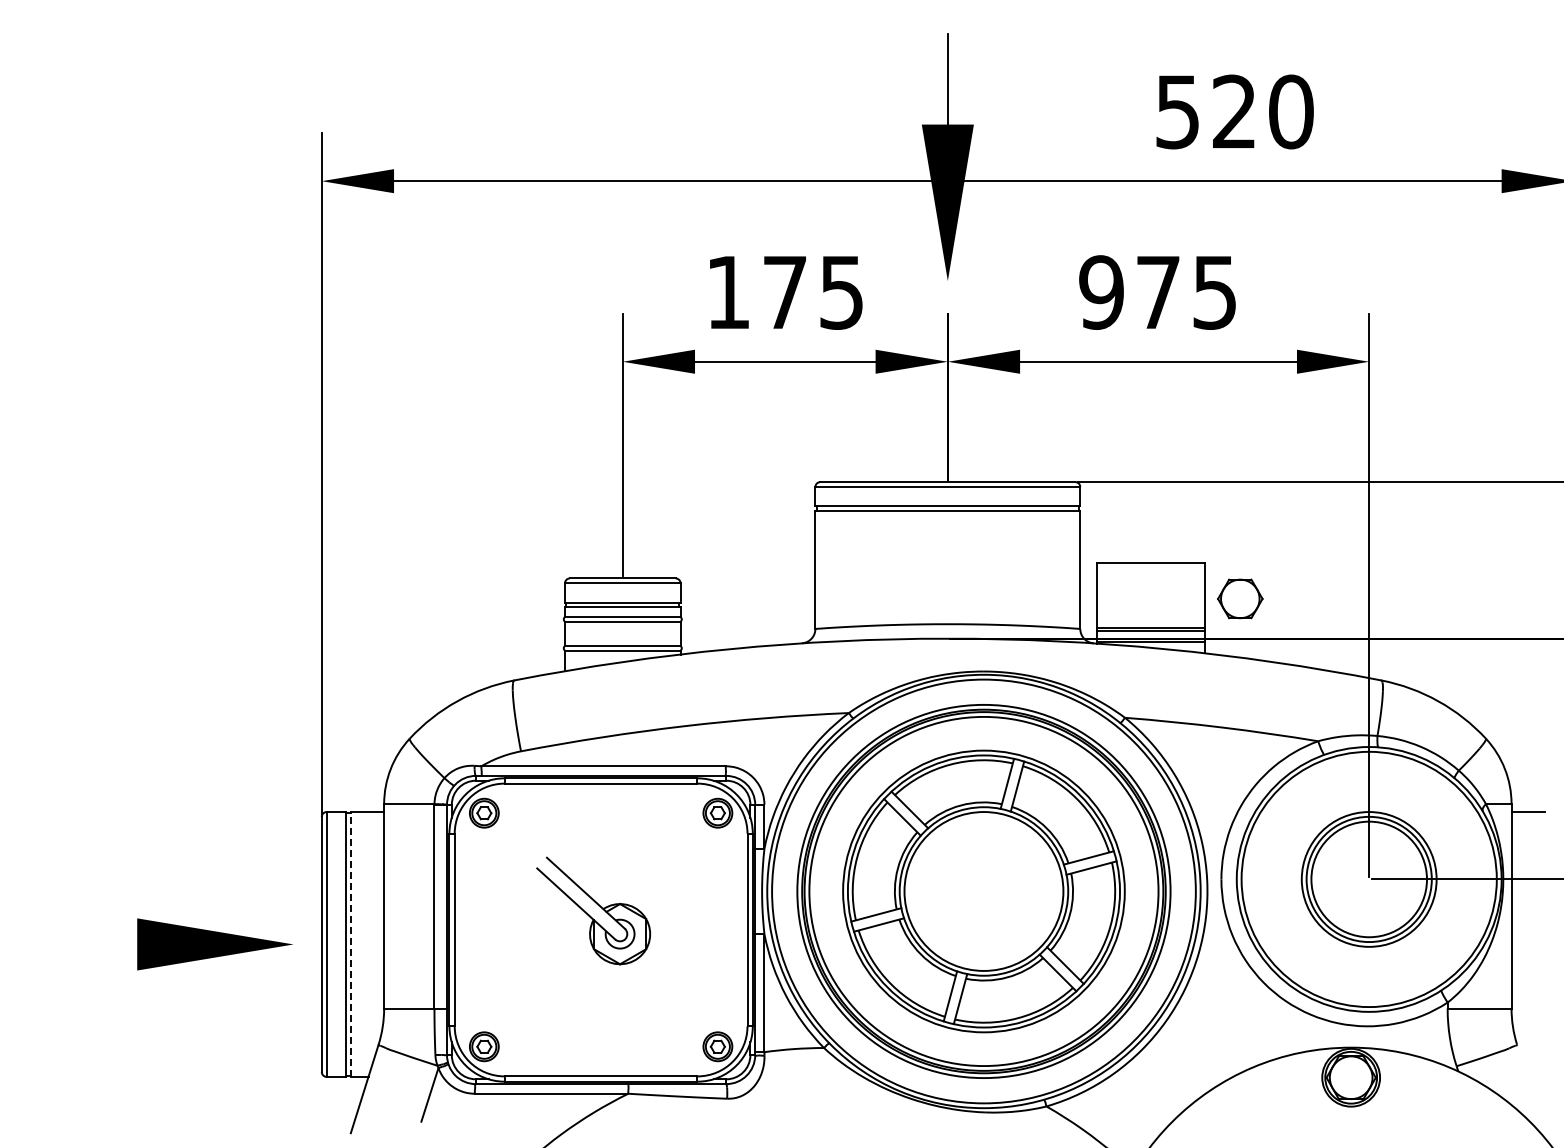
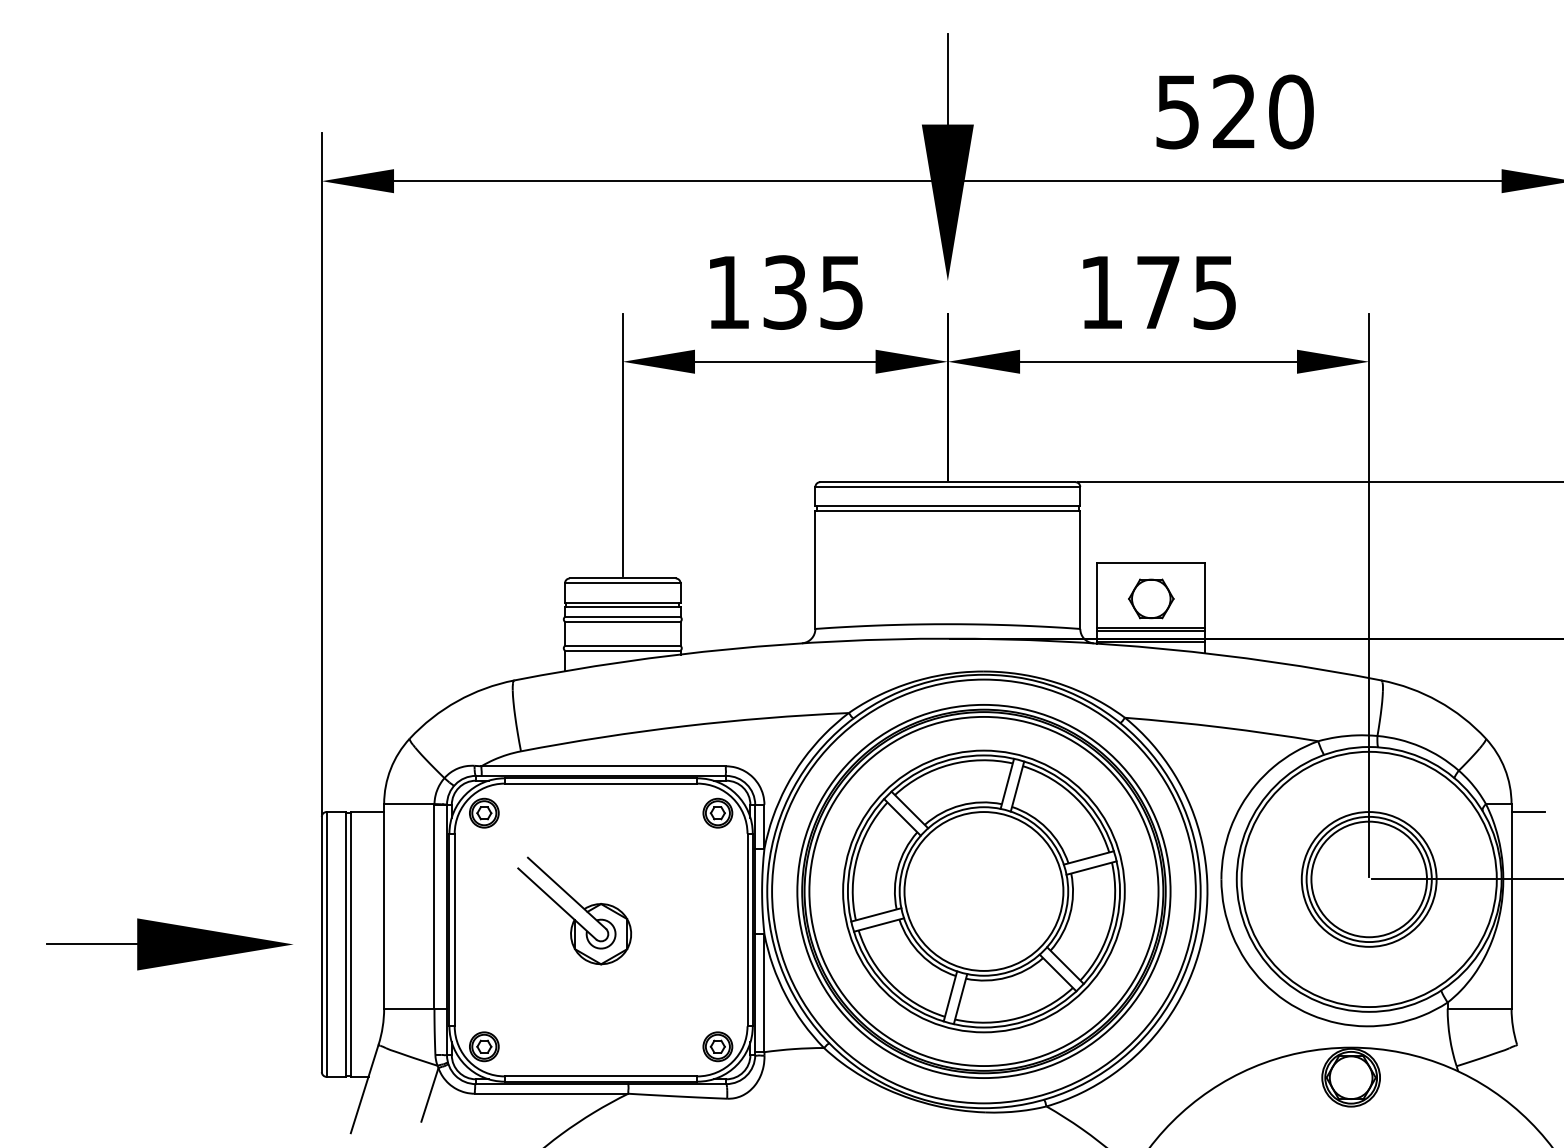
text at (784, 292): 175 -> 135
text at (1101, 292): 975 -> 175
part at (1240, 598) position: (1240, 598) -> (1151, 598)
part at (593, 910) position: (593, 910) -> (574, 910)
line at (350, 943): dashed -> solid
line at (91, 944): none -> present
